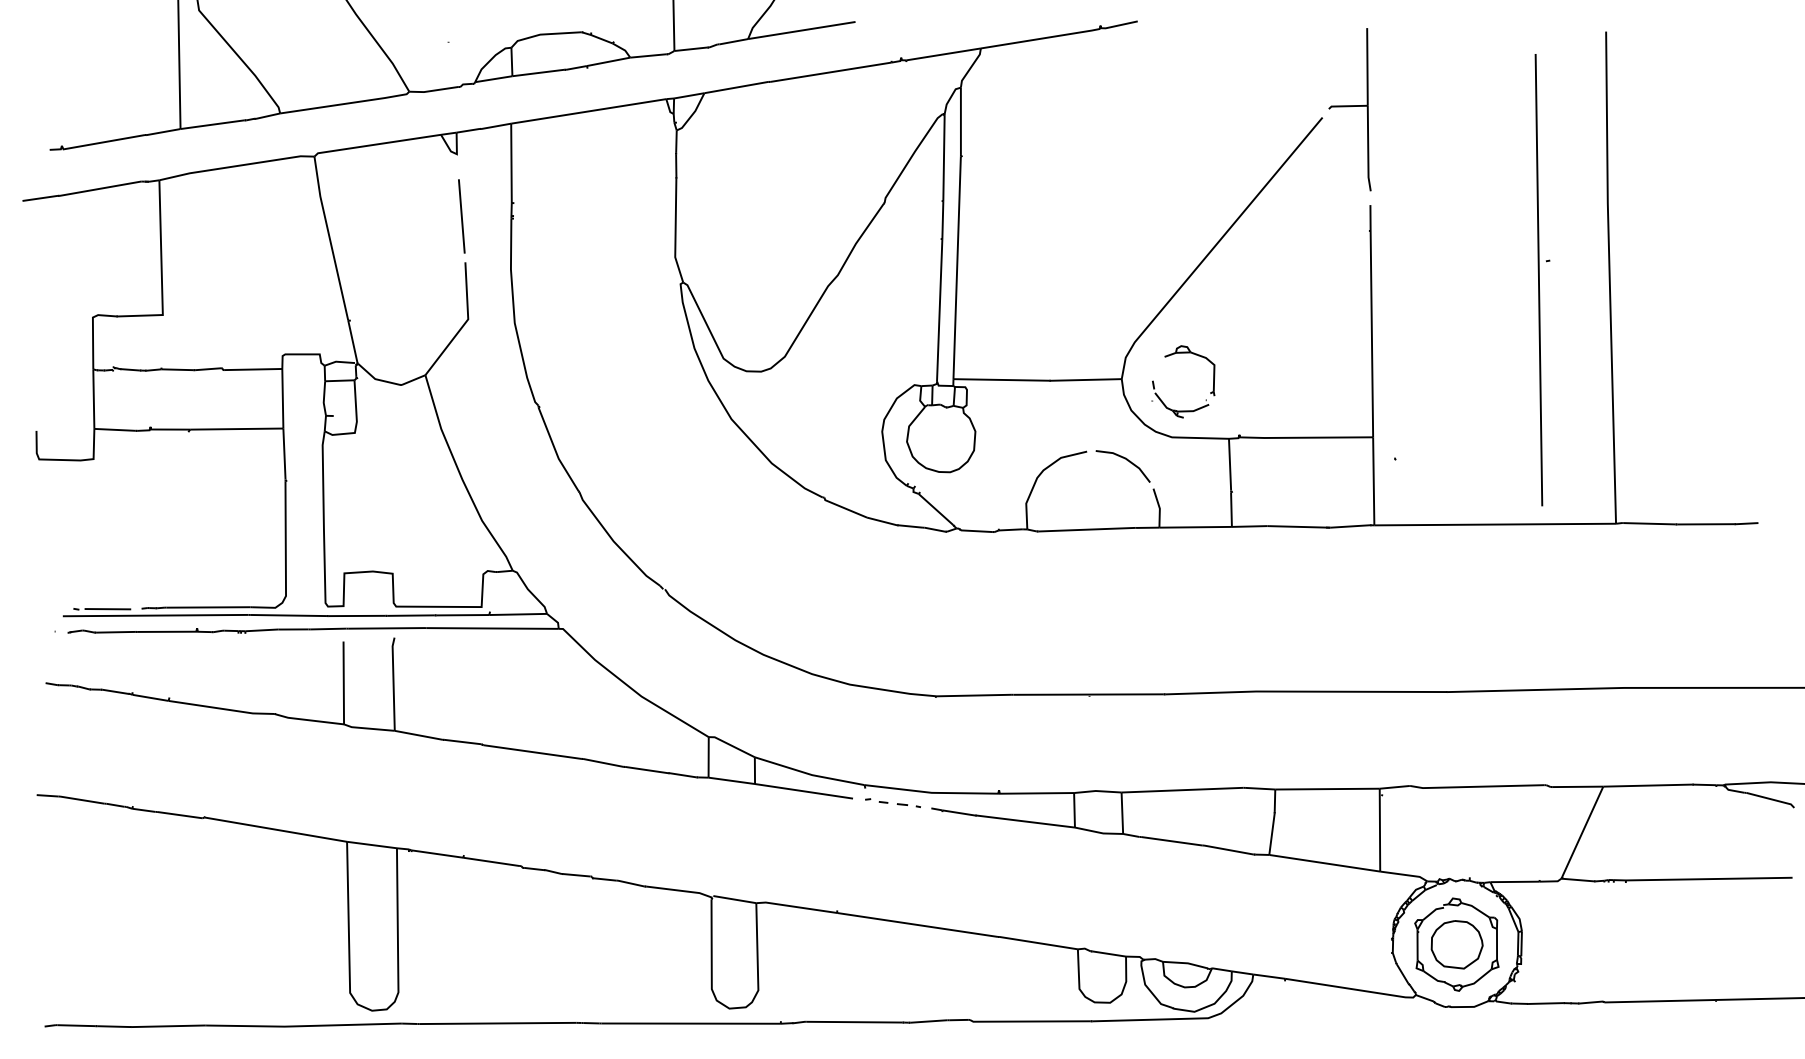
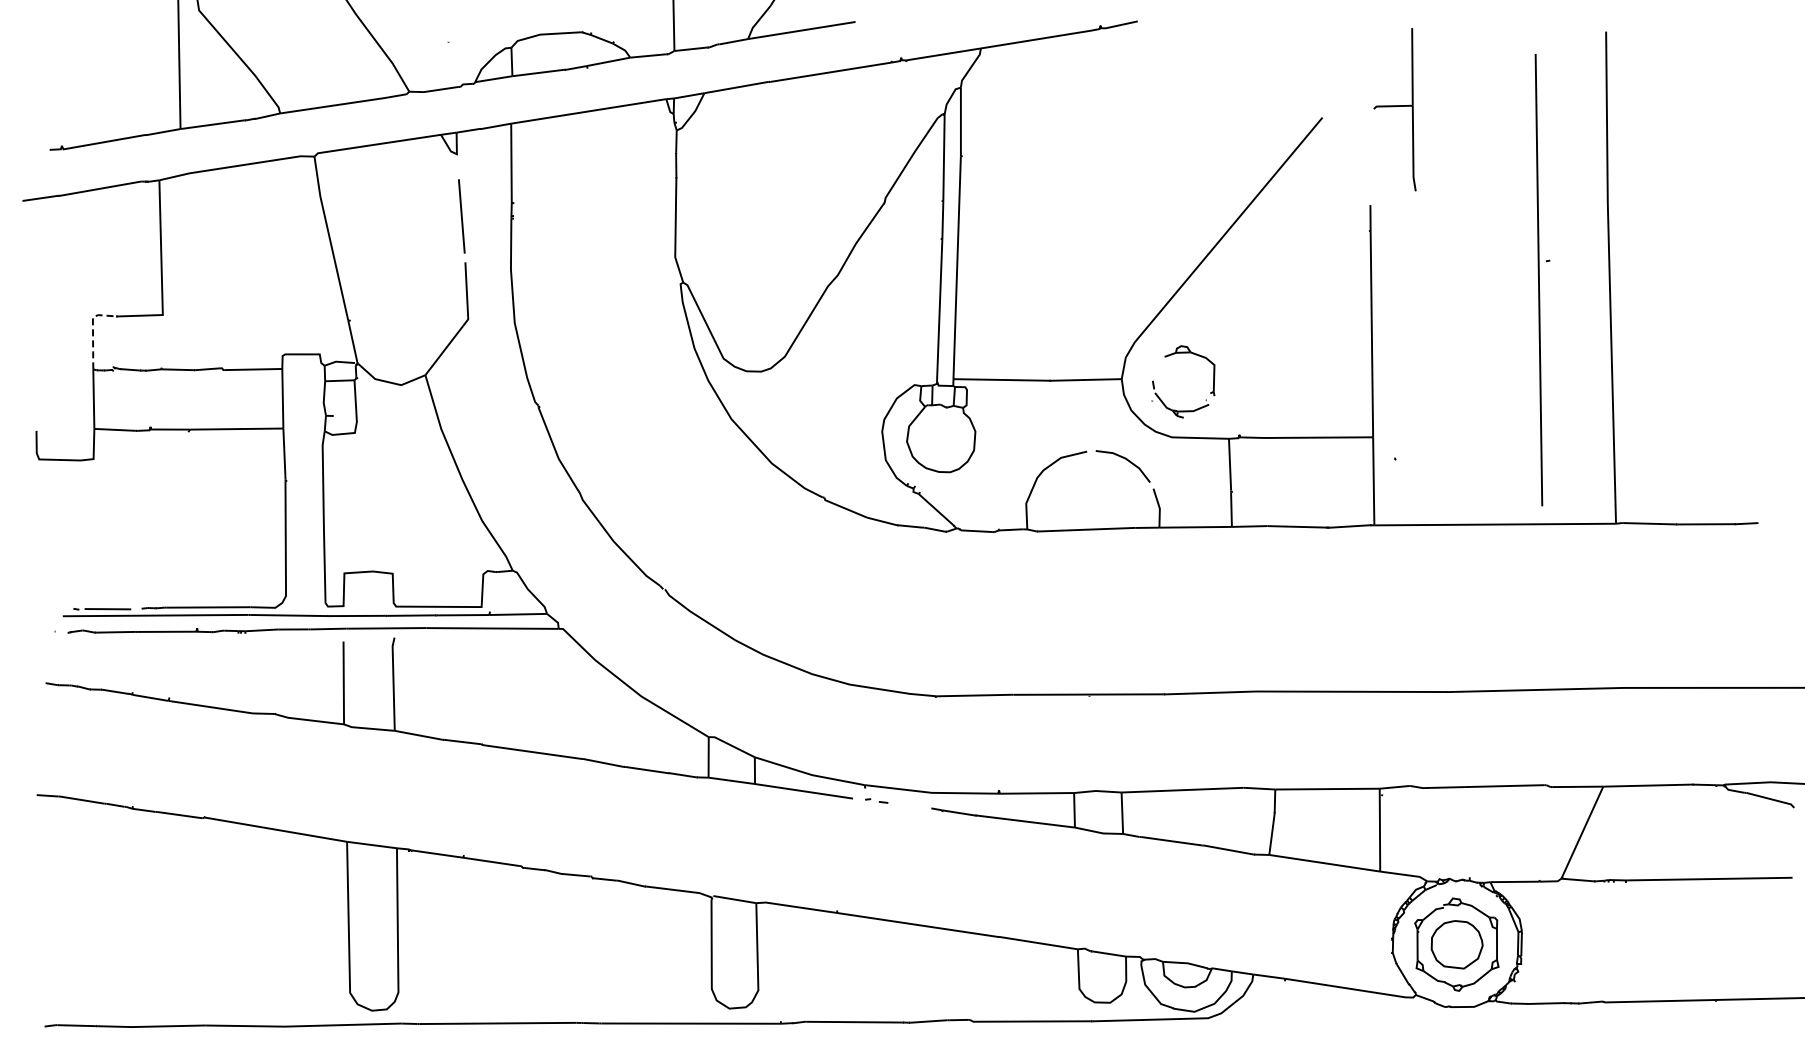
part at (1349, 109) position: (1349, 109) -> (1394, 109)
line at (92, 329): solid -> dashed
part at (908, 805): present -> none
